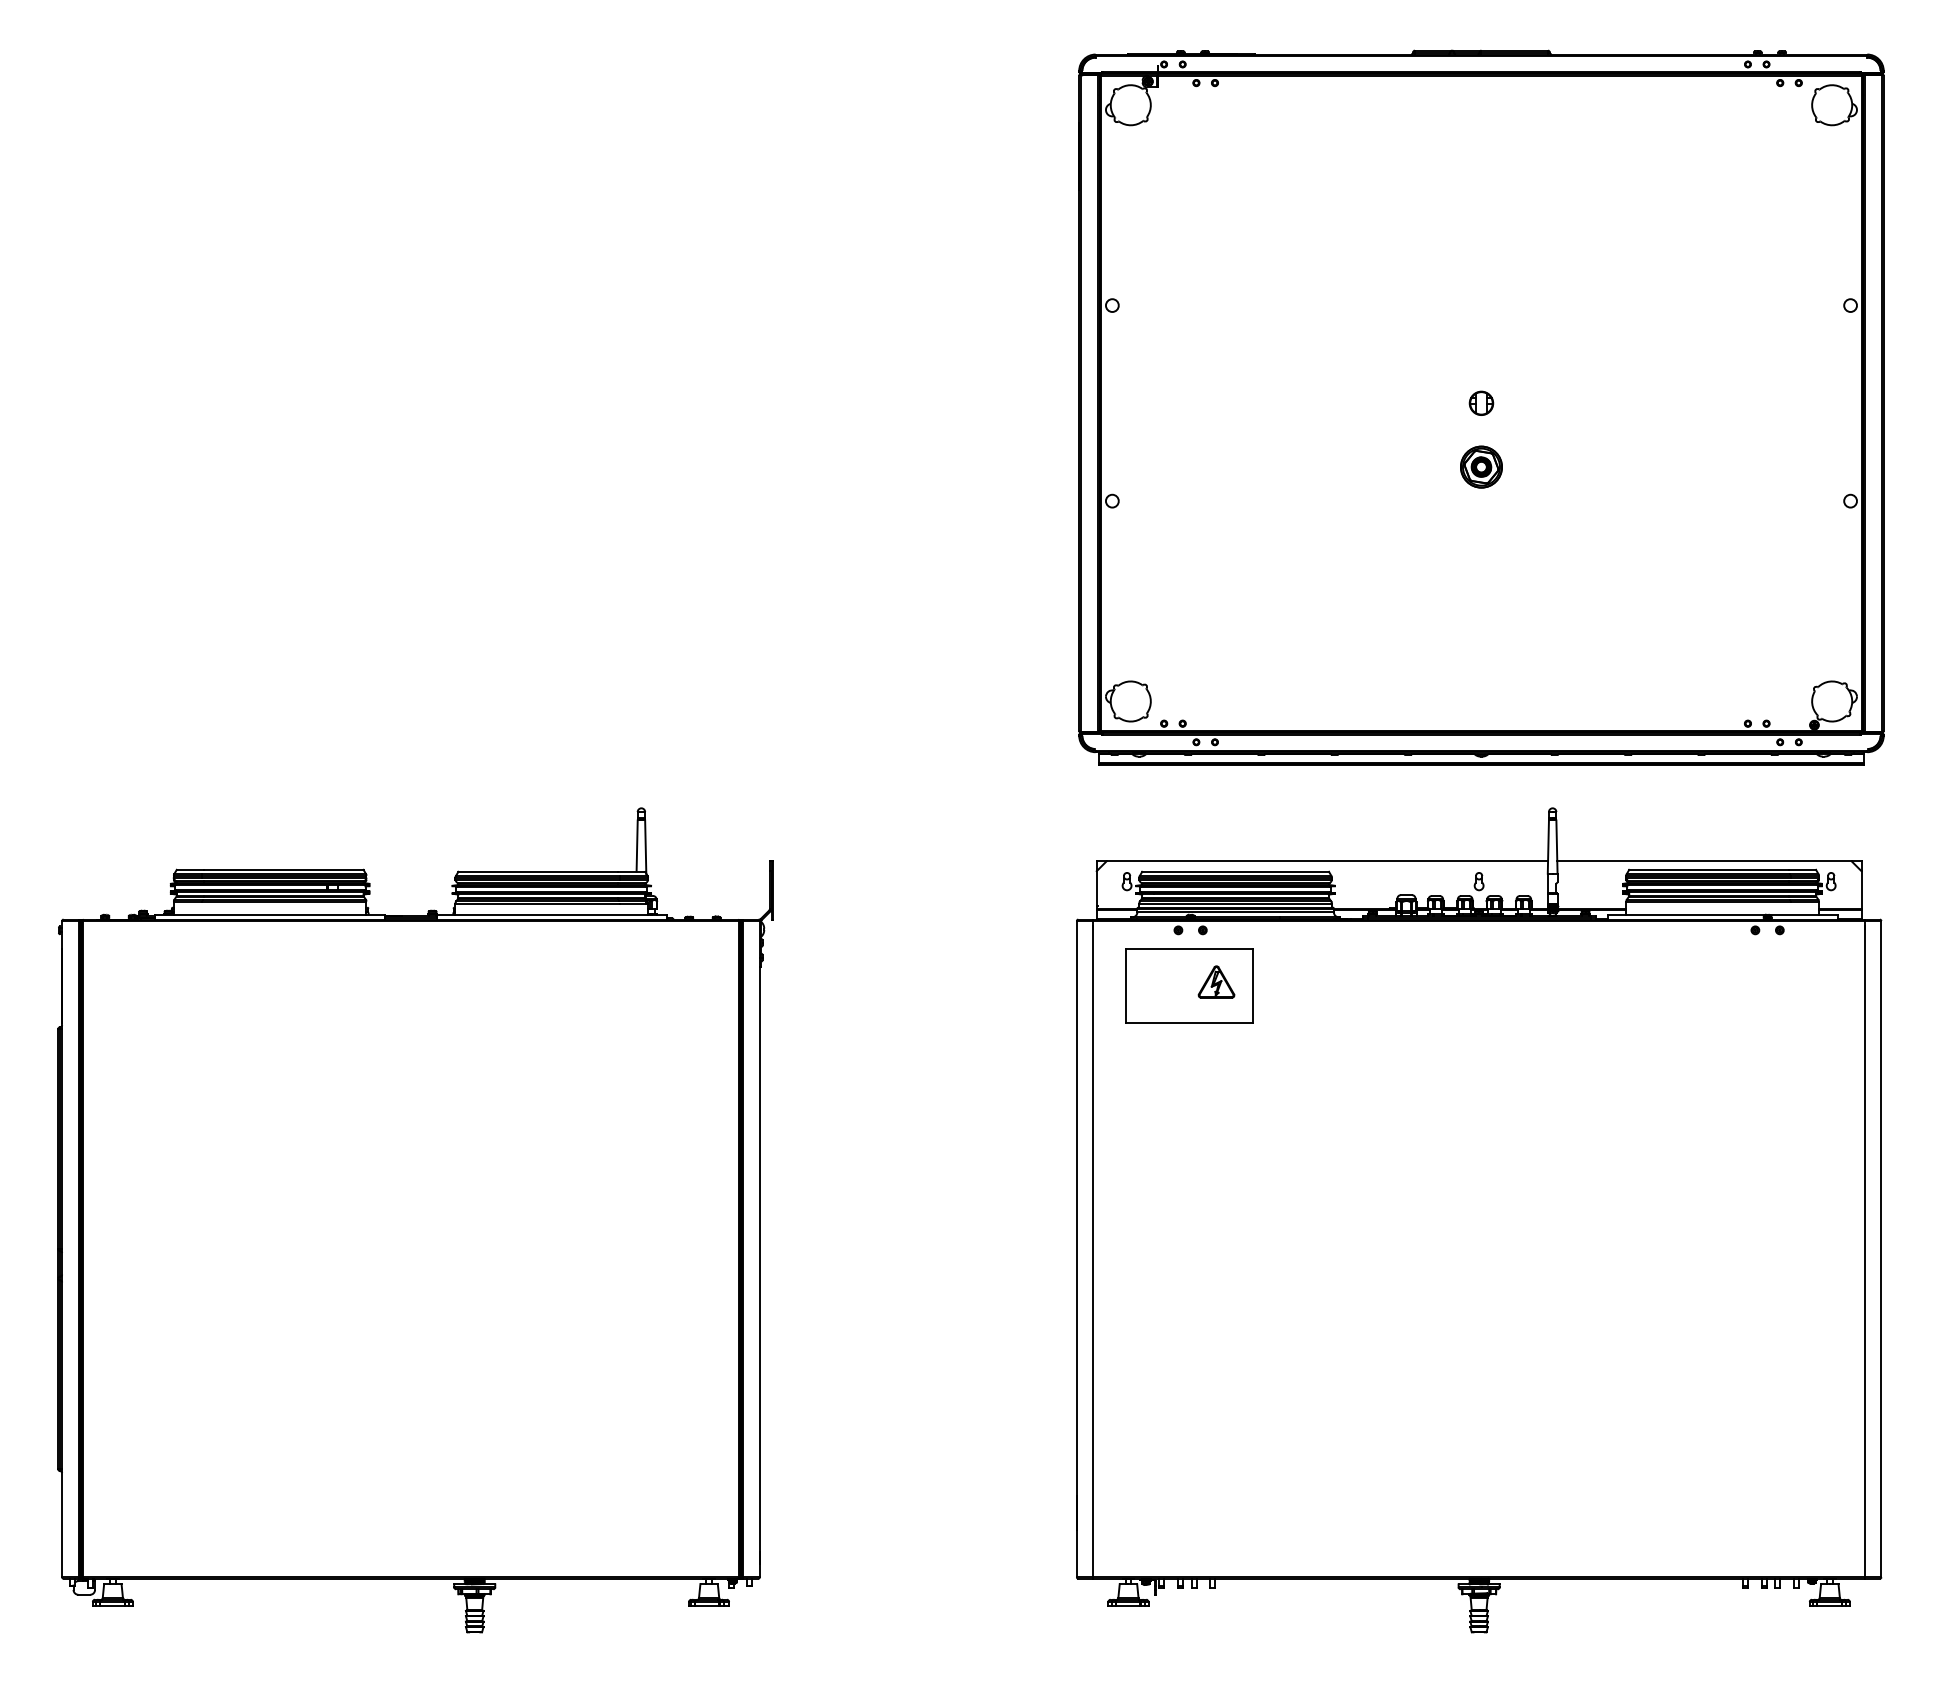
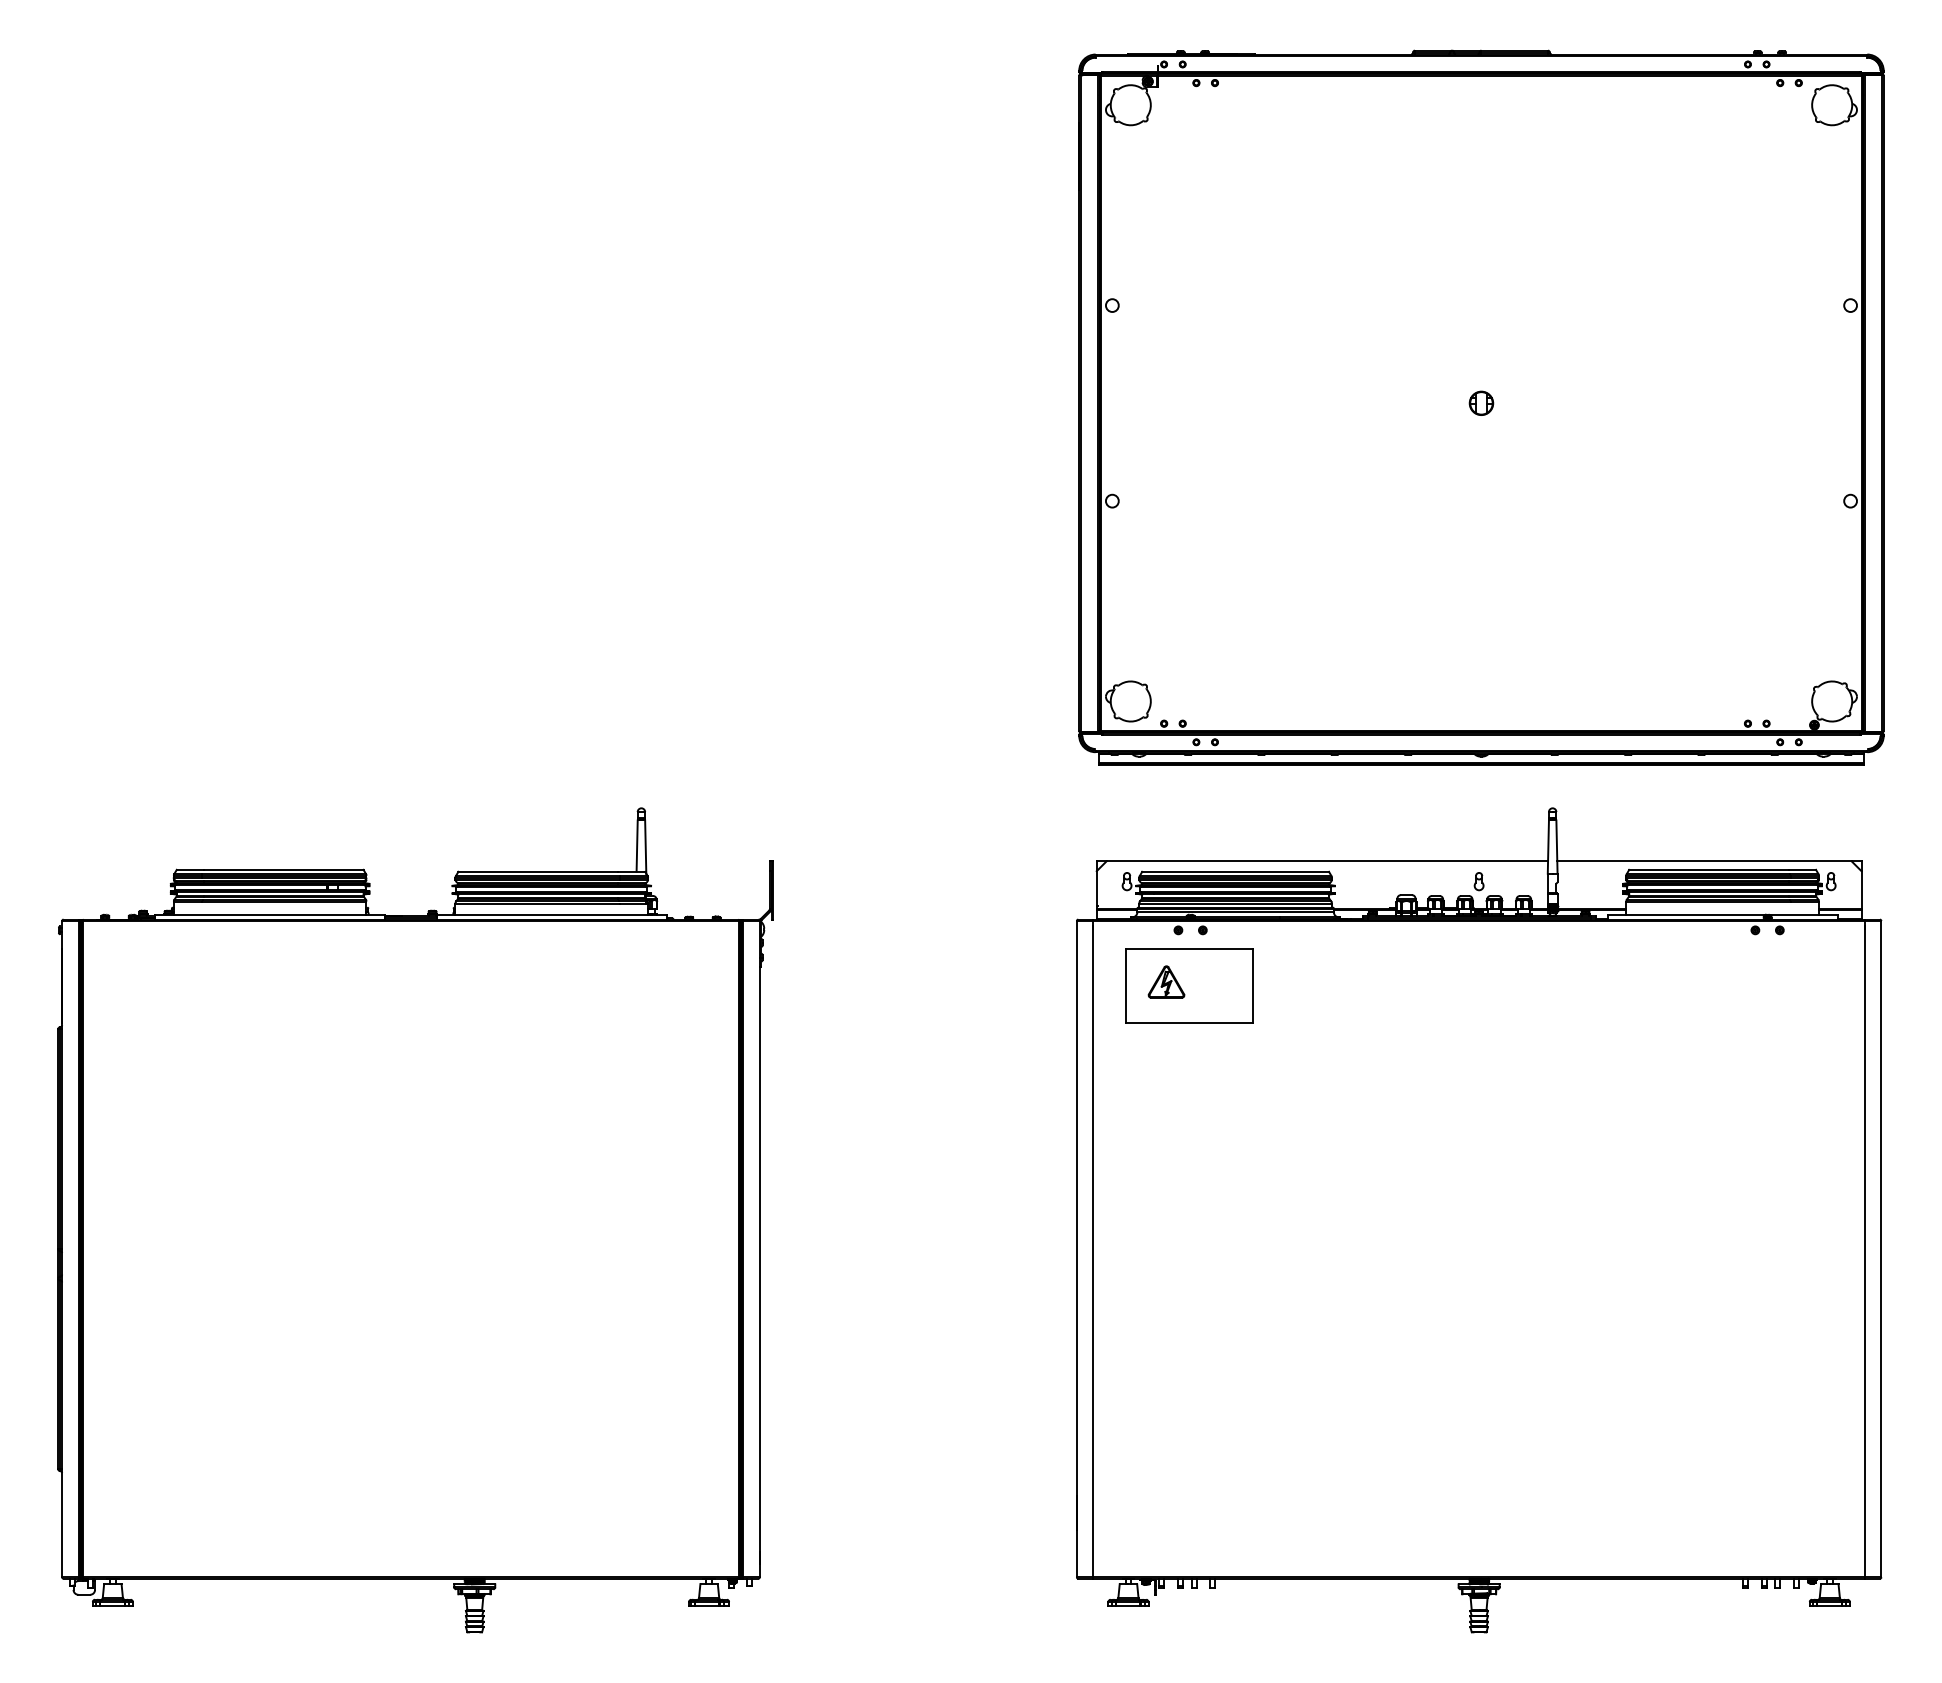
part at (1481, 466): present -> none
part at (1216, 981) position: (1216, 981) -> (1166, 981)
